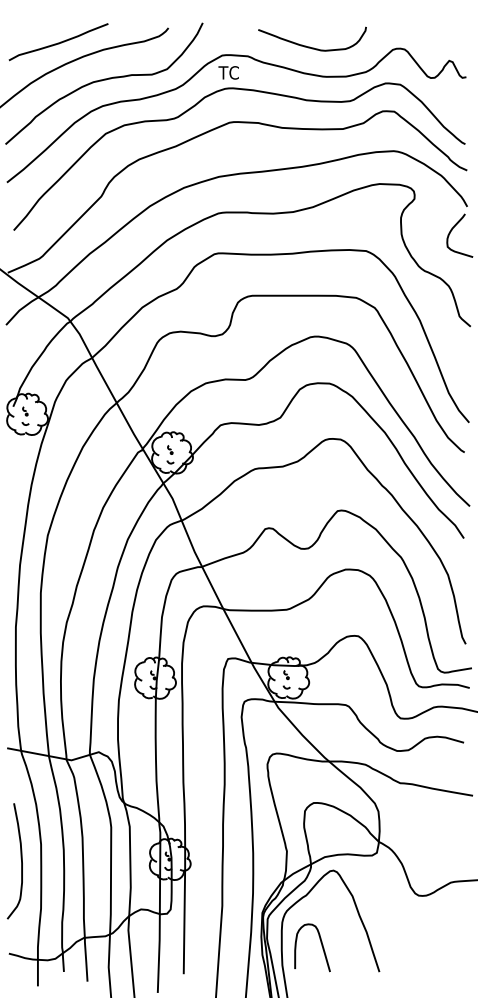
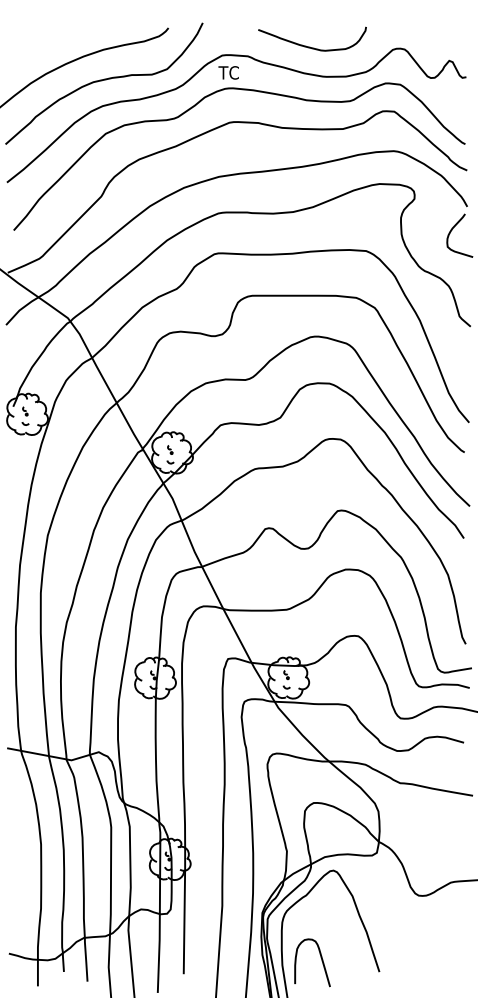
curve at (58, 42): present -> none
curve at (20, 858): present -> none
curve at (321, 946) position: (321, 946) -> (321, 961)
